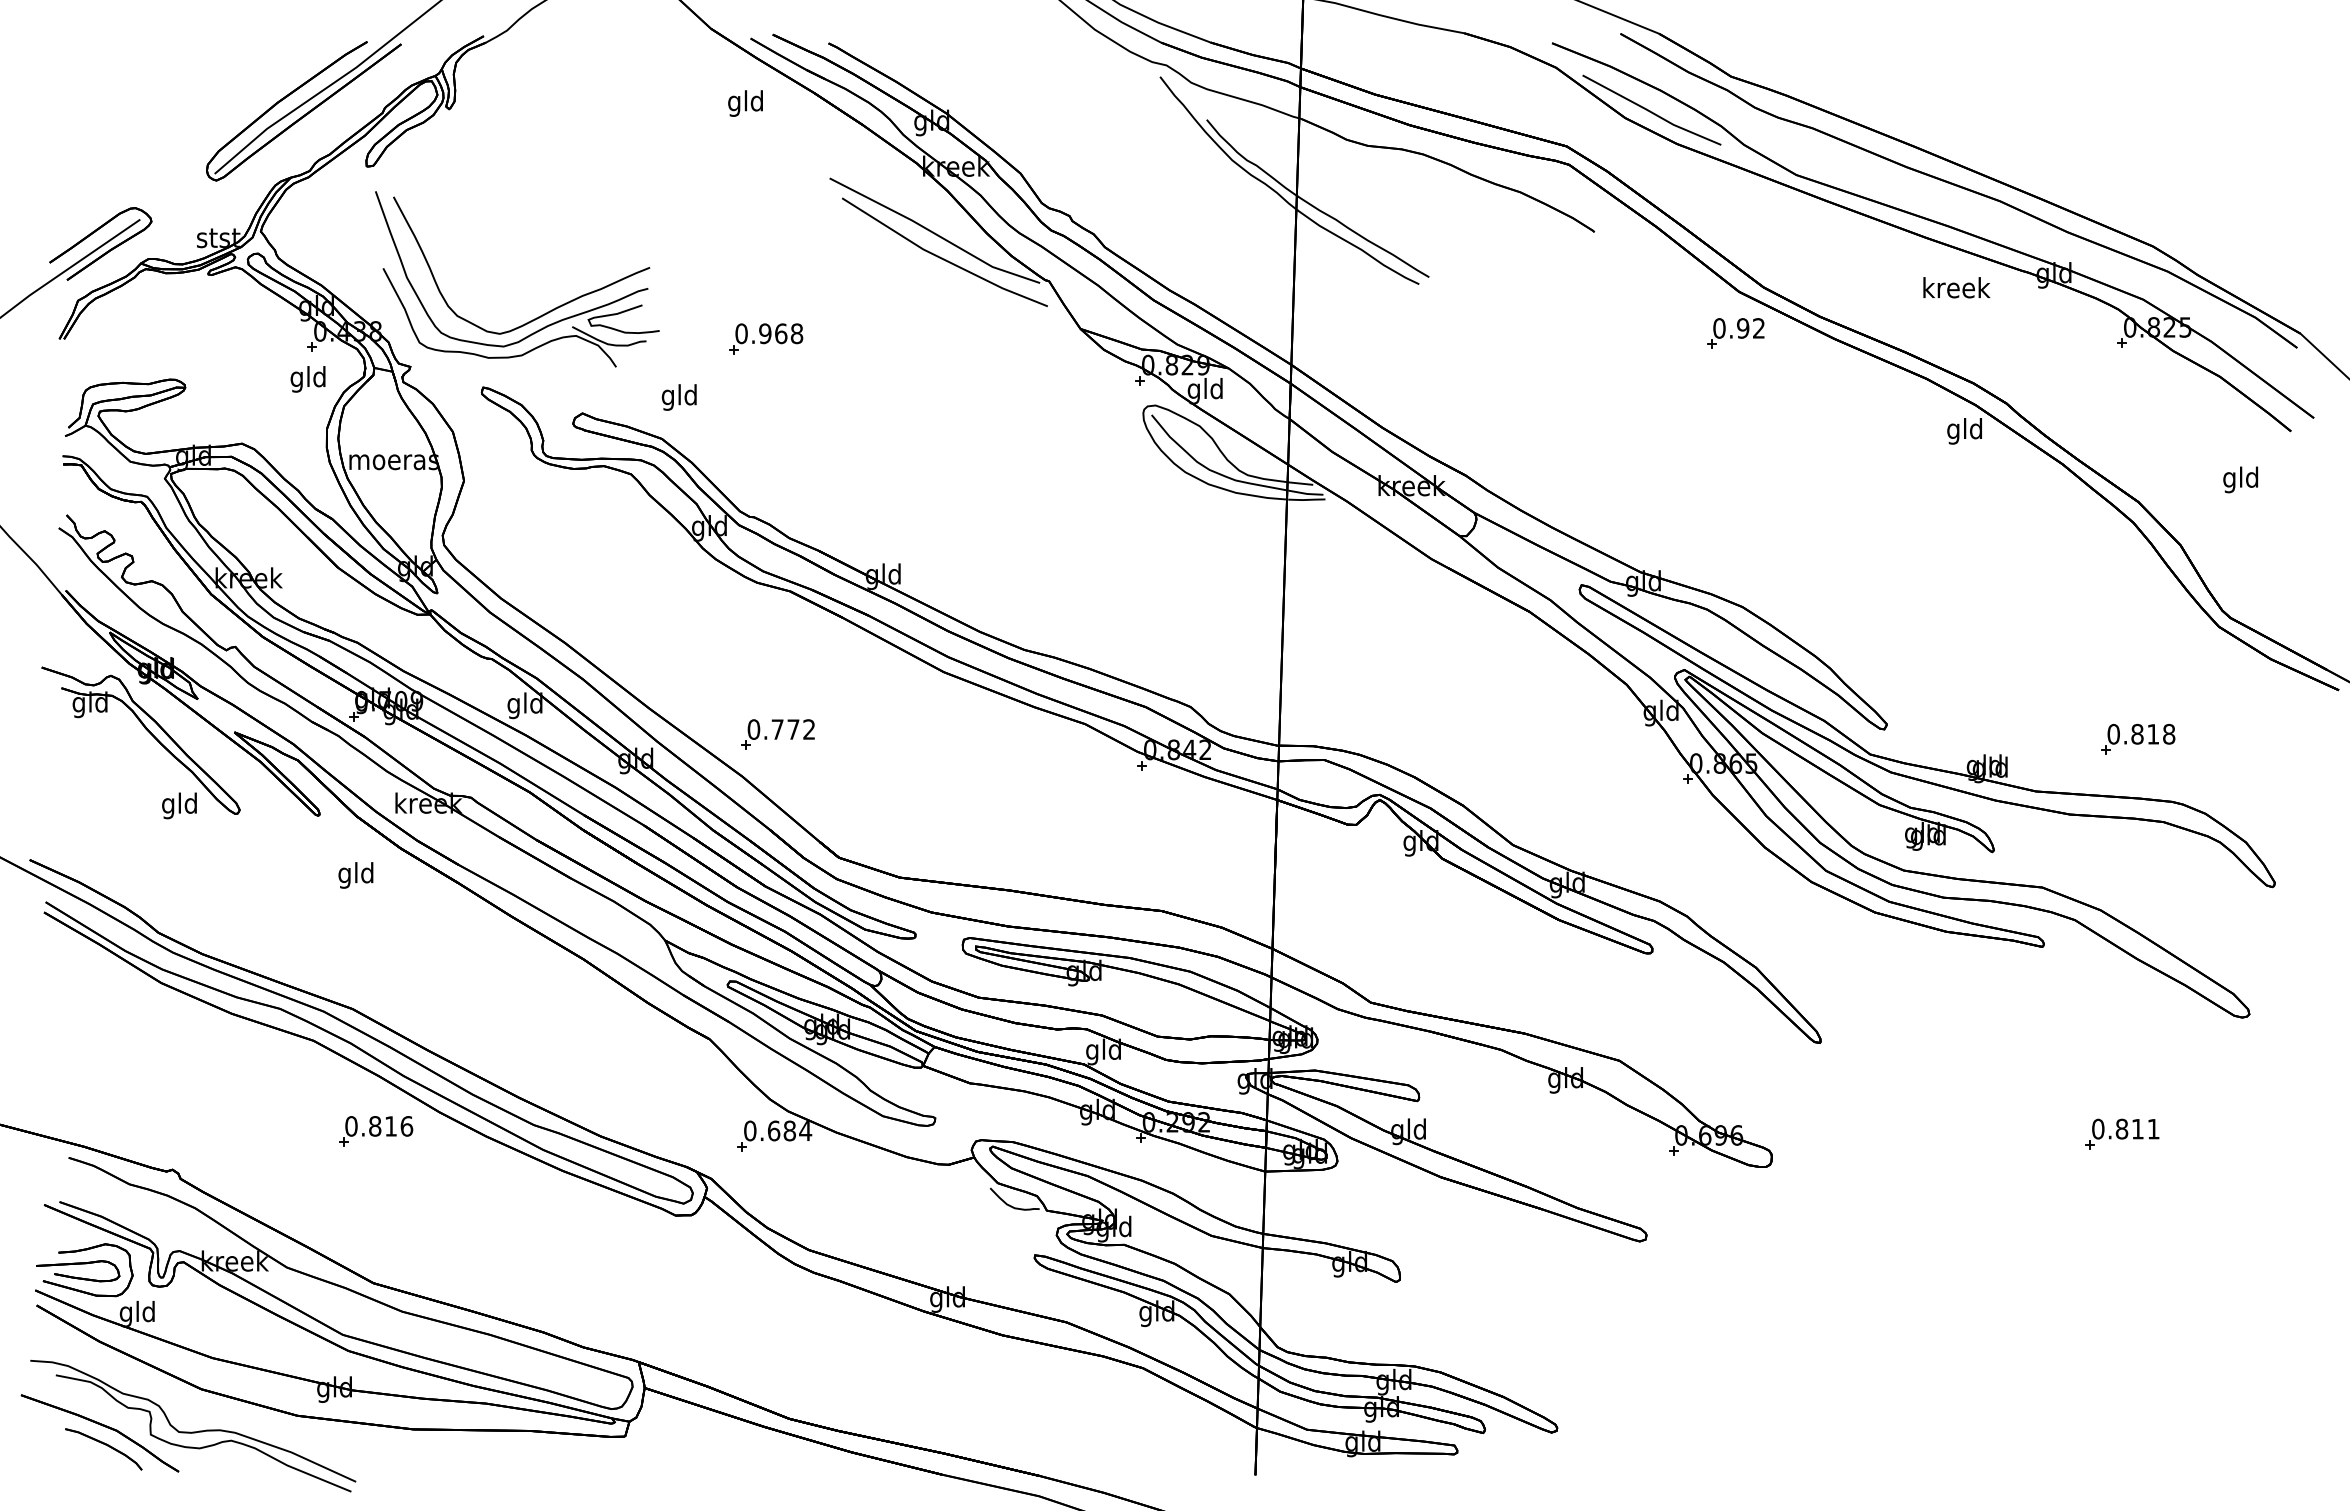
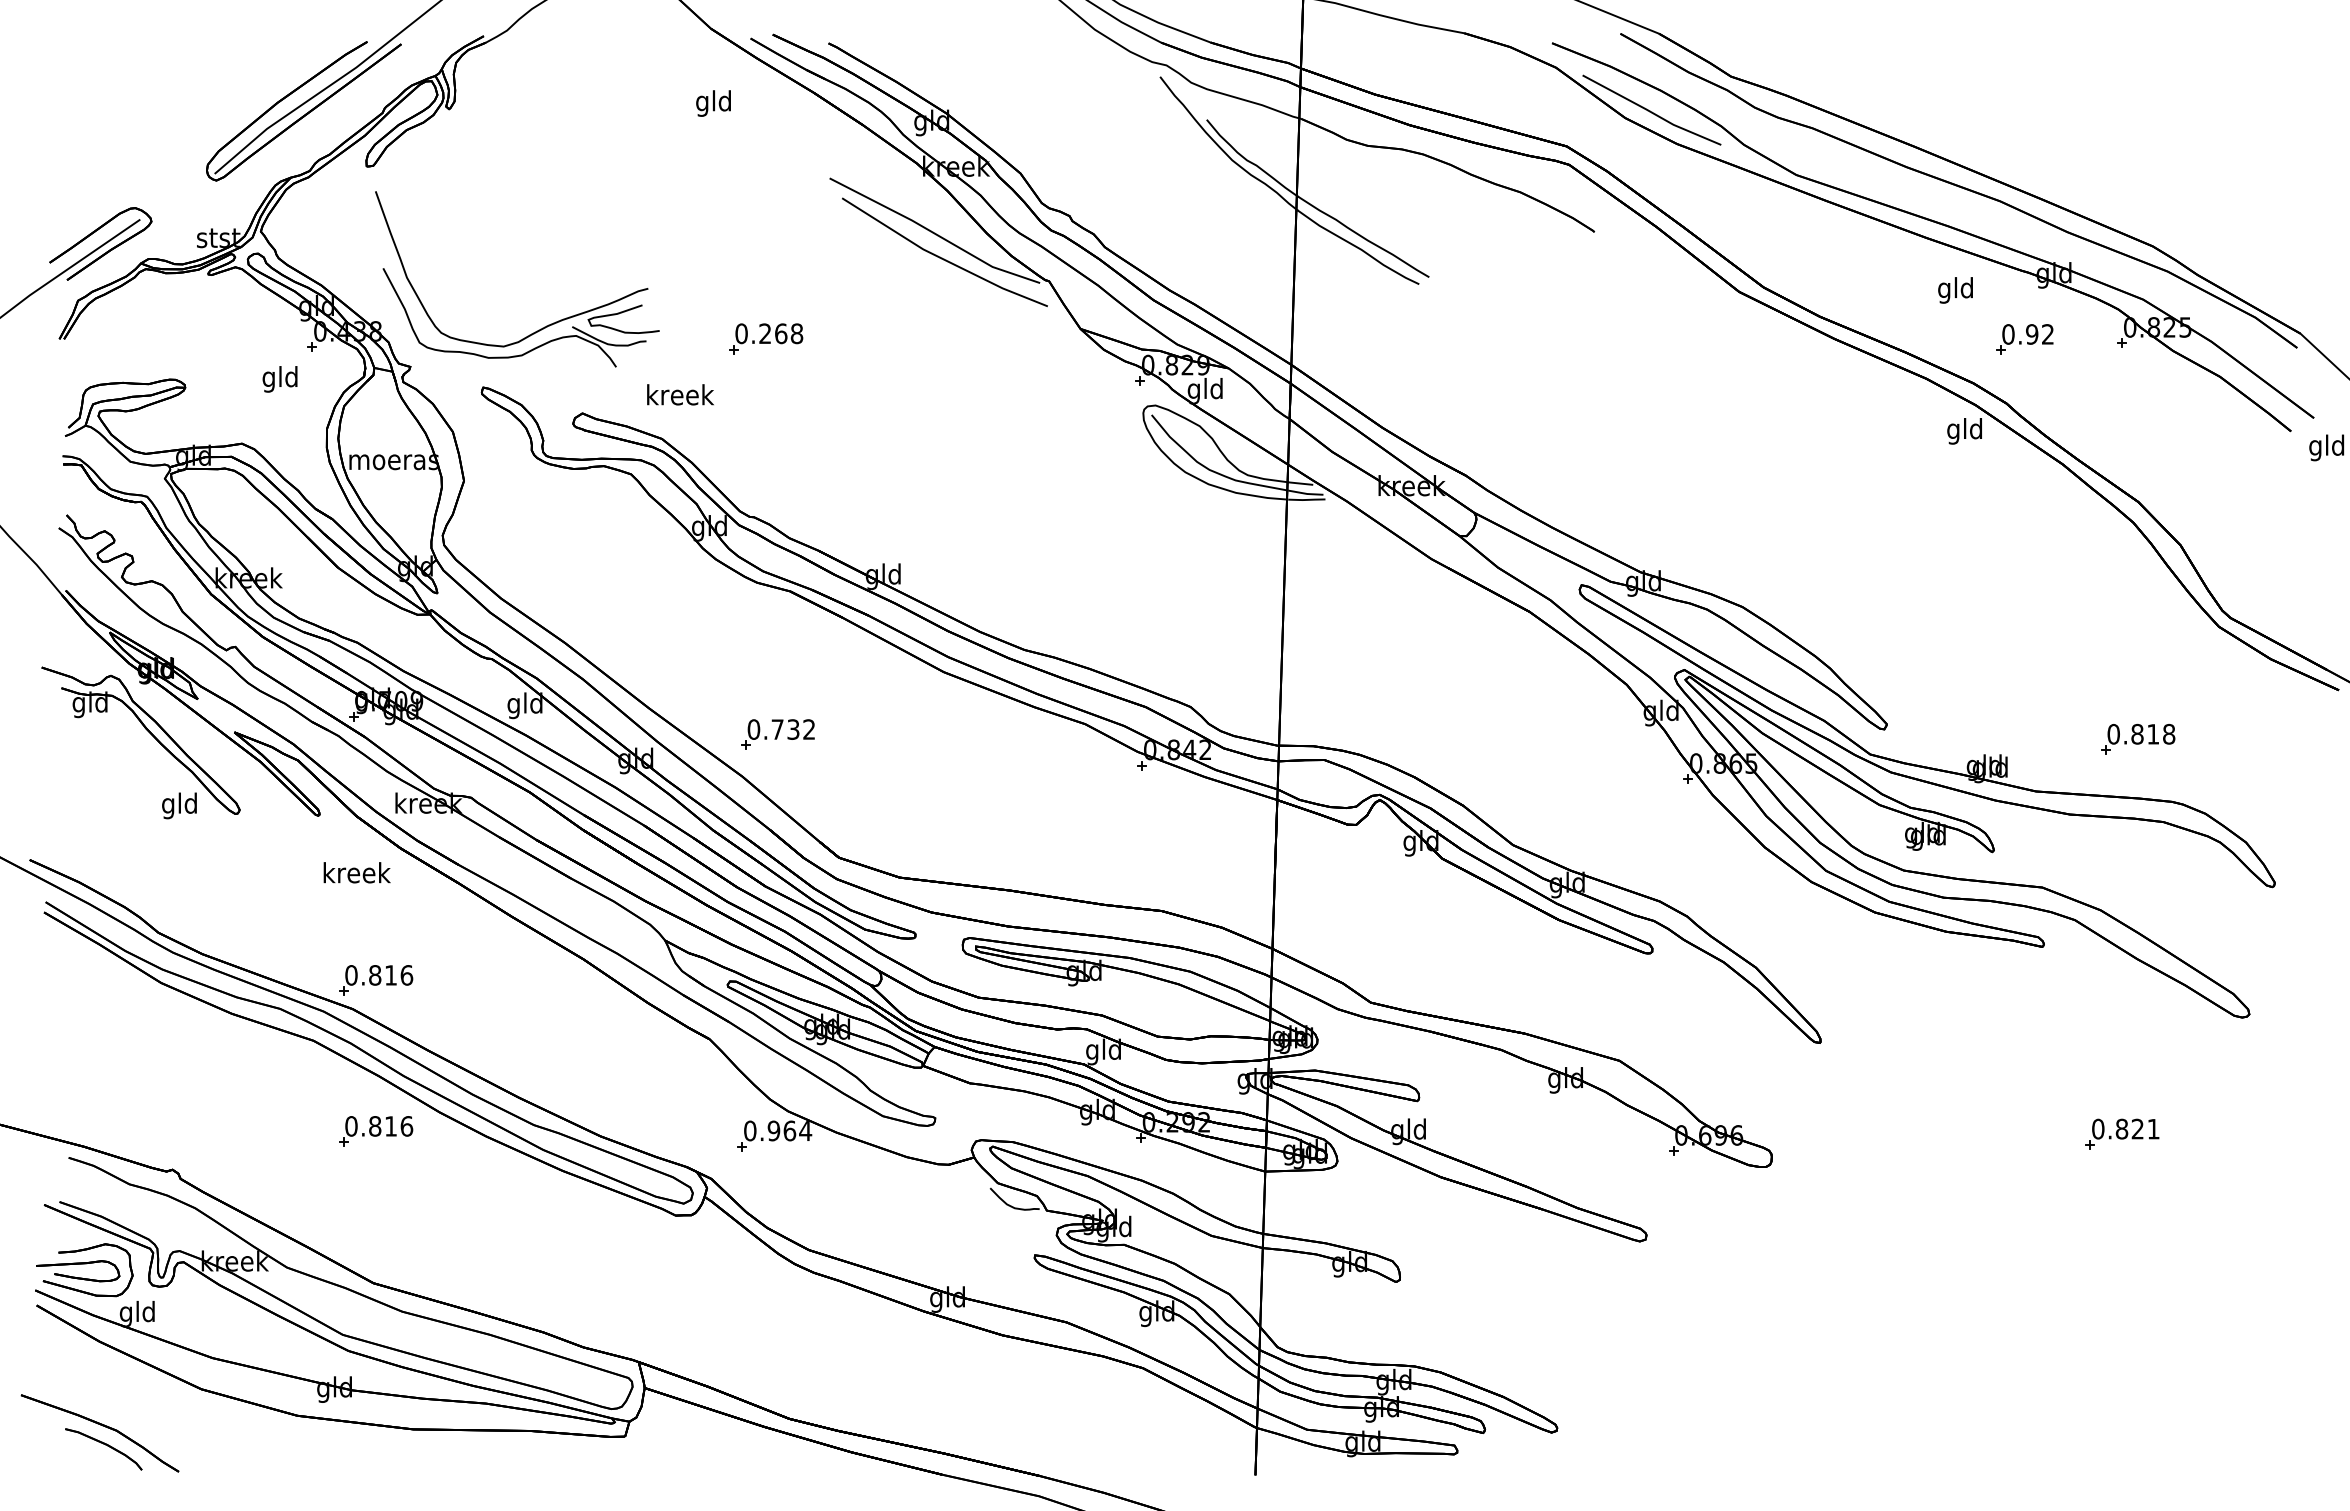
text at (745, 103) position: (745, 103) -> (713, 103)
text at (1956, 290): kreek -> gld
curve at (549, 310): present -> none
text at (765, 333): 0.968 -> 0.268
part at (1735, 333) position: (1735, 333) -> (2024, 339)
text at (307, 379) position: (307, 379) -> (279, 379)
text at (680, 397): gld -> kreek
text at (2240, 479) position: (2240, 479) -> (2326, 447)
text at (793, 729): 0.772 -> 0.732
text at (356, 875): gld -> kreek
part at (376, 980): none -> present
text at (2137, 1128): 0.811 -> 0.821
text at (781, 1130): 0.684 -> 0.964
part at (193, 1426): present -> none
